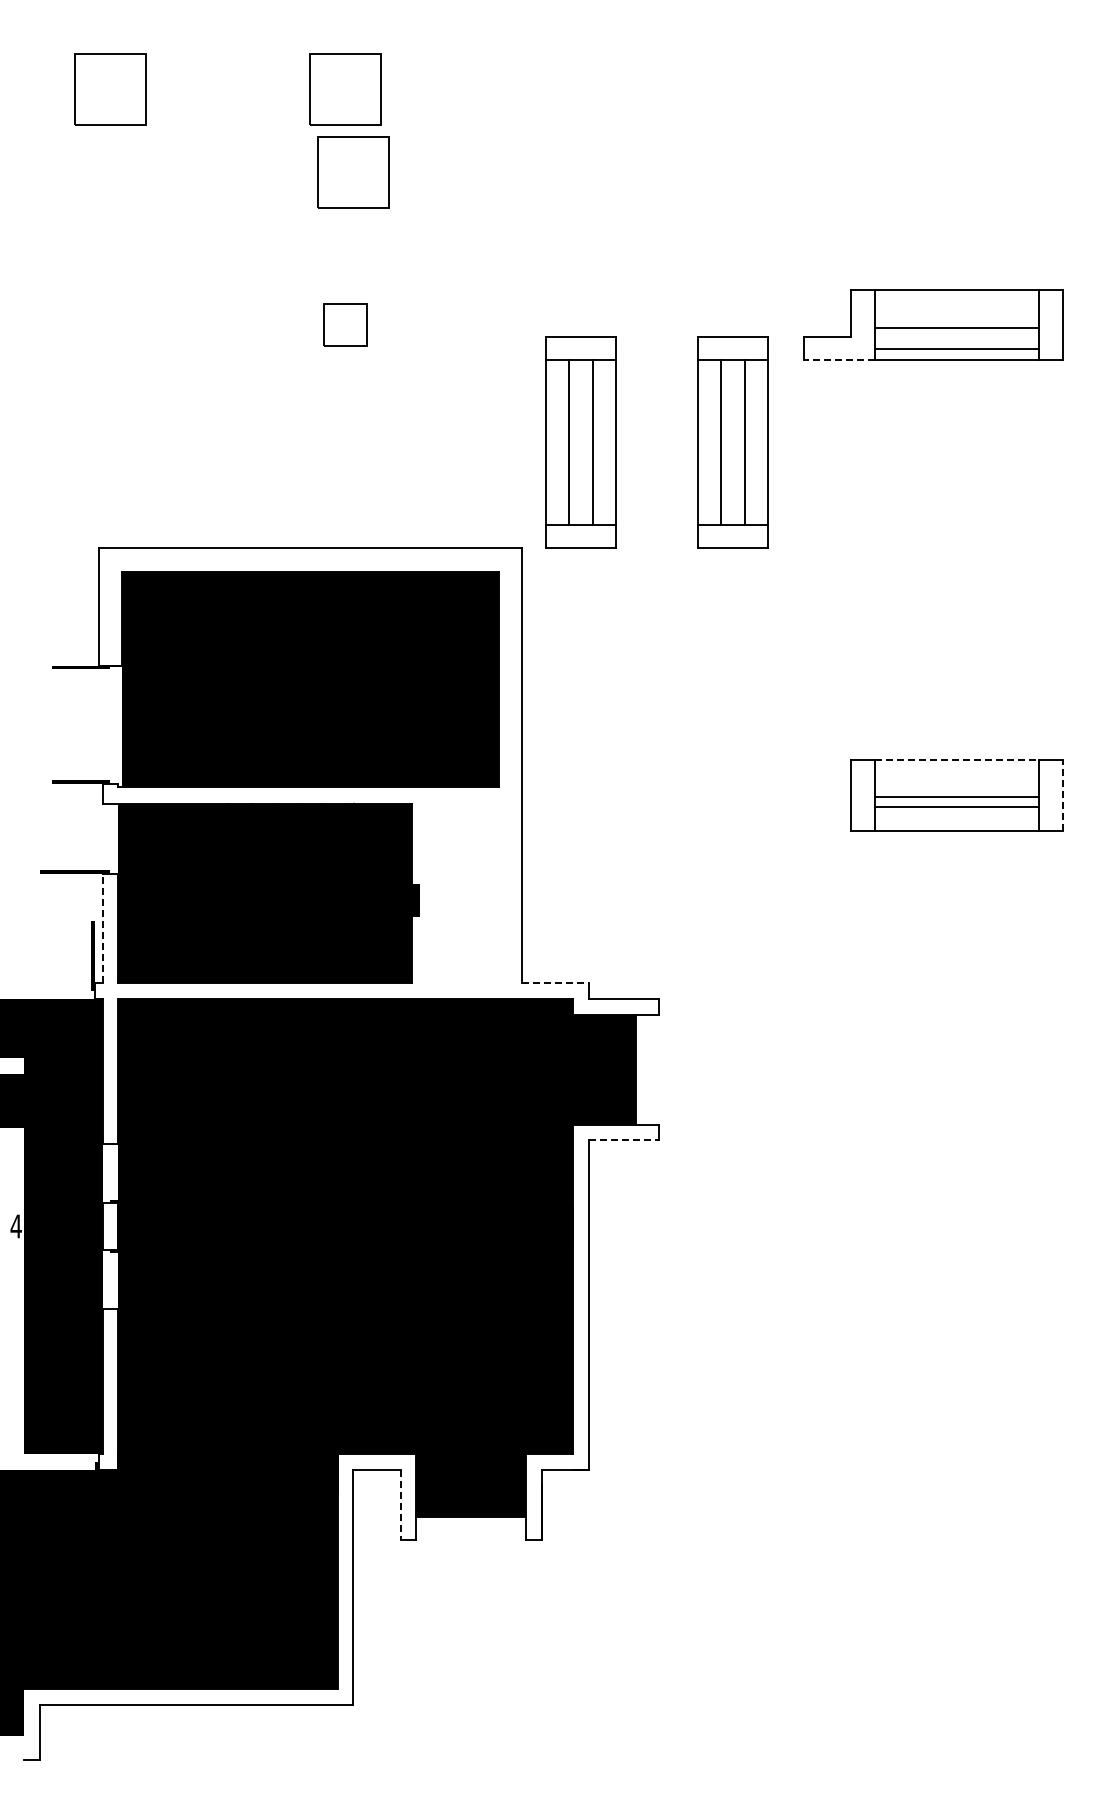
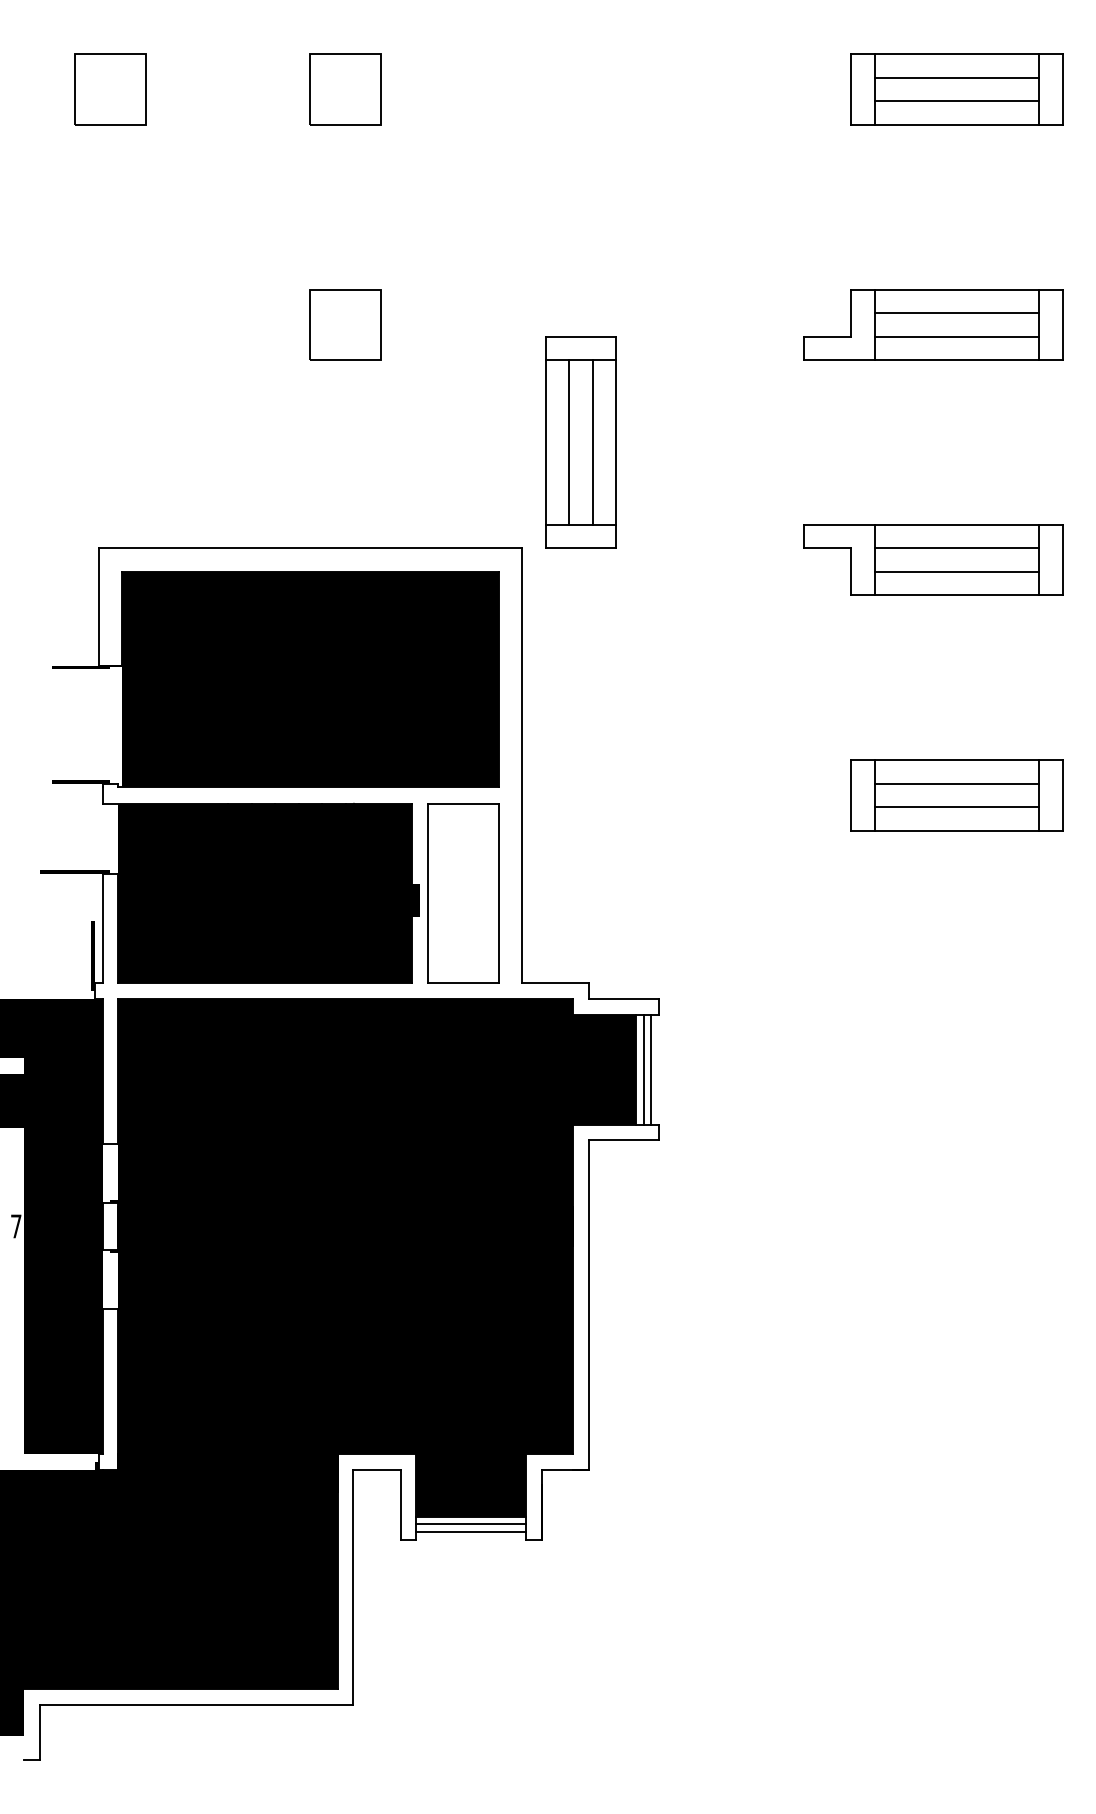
part at (956, 89): none -> present
part at (353, 172): present -> none
part at (345, 324) size: 45x44 px -> 73x72 px
line at (956, 328) position: (956, 328) -> (956, 313)
line at (956, 348) position: (956, 348) -> (956, 336)
line at (839, 360): dashed -> solid
part at (732, 442): present -> none
part at (933, 559): none -> present
line at (957, 760): dashed -> solid
line at (1062, 794): dashed -> solid
line at (956, 796) position: (956, 796) -> (956, 783)
part at (463, 893): none -> present
line at (102, 928): dashed -> solid
line at (555, 983): dashed -> solid
line at (643, 1069): none -> present
line at (651, 1069): none -> present
line at (624, 1140): dashed -> solid
text at (15, 1226): 44 -> 74
line at (400, 1505): dashed -> solid
line at (470, 1524): none -> present
line at (470, 1532): none -> present
